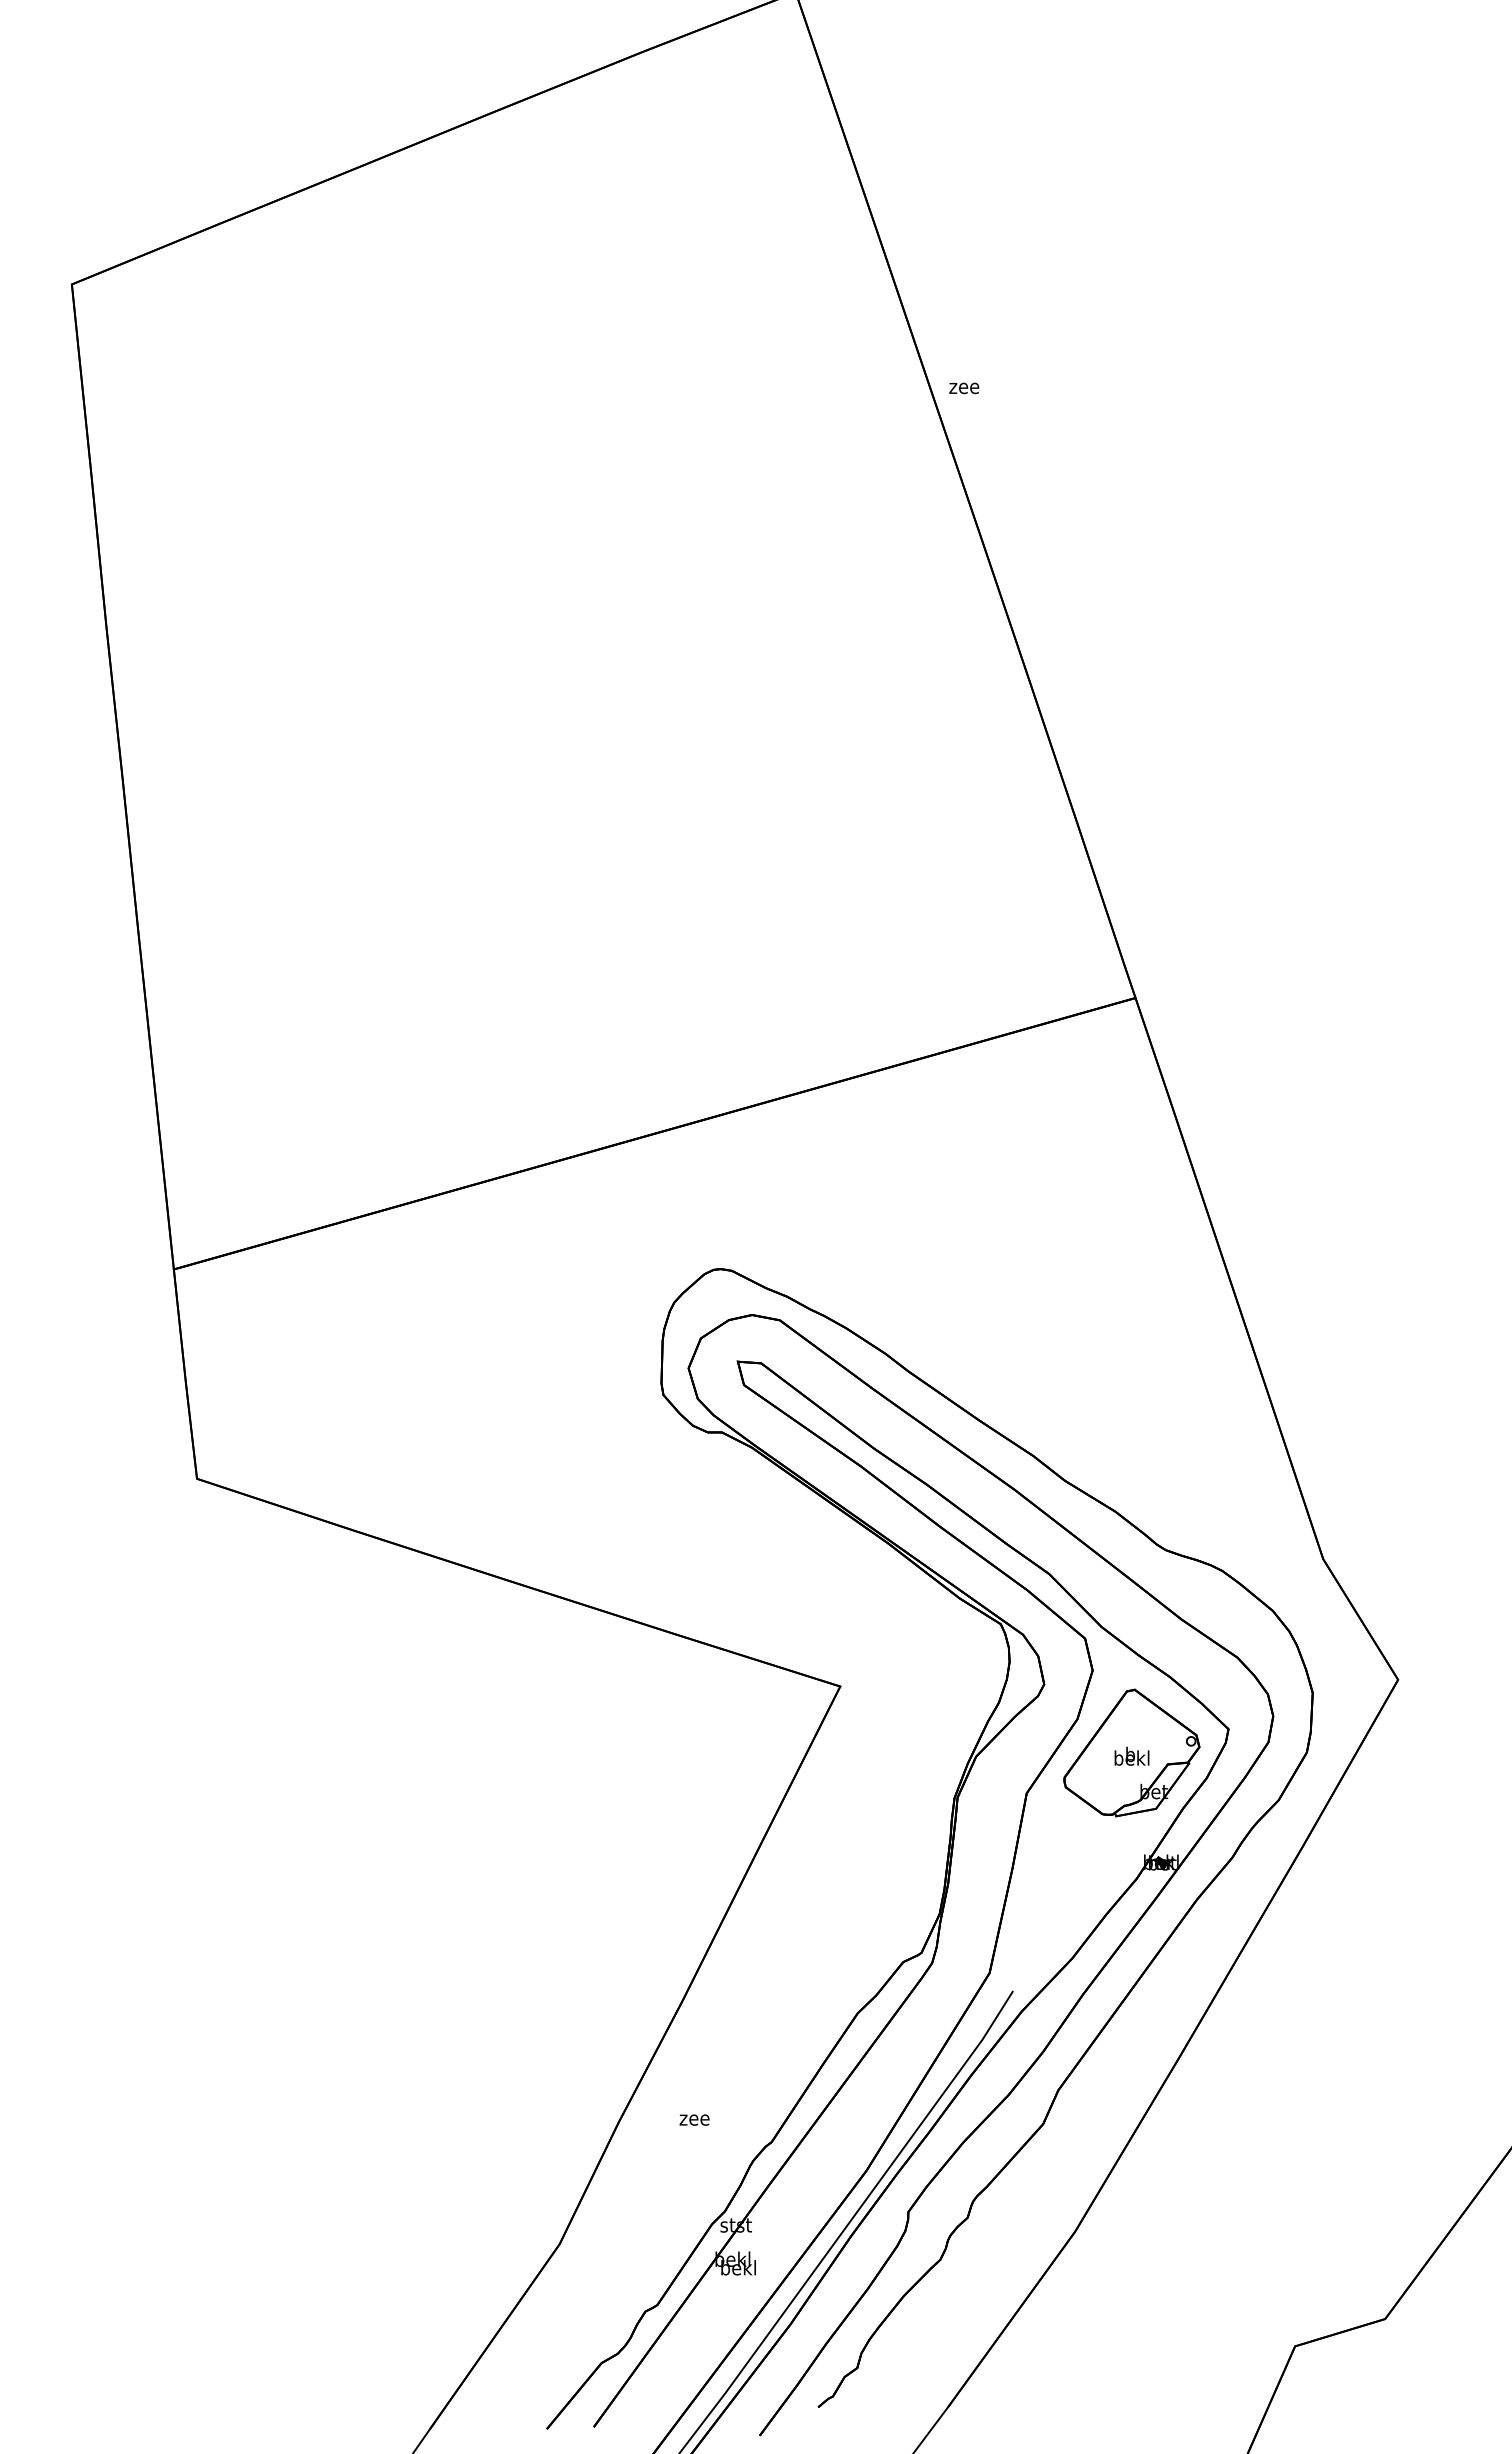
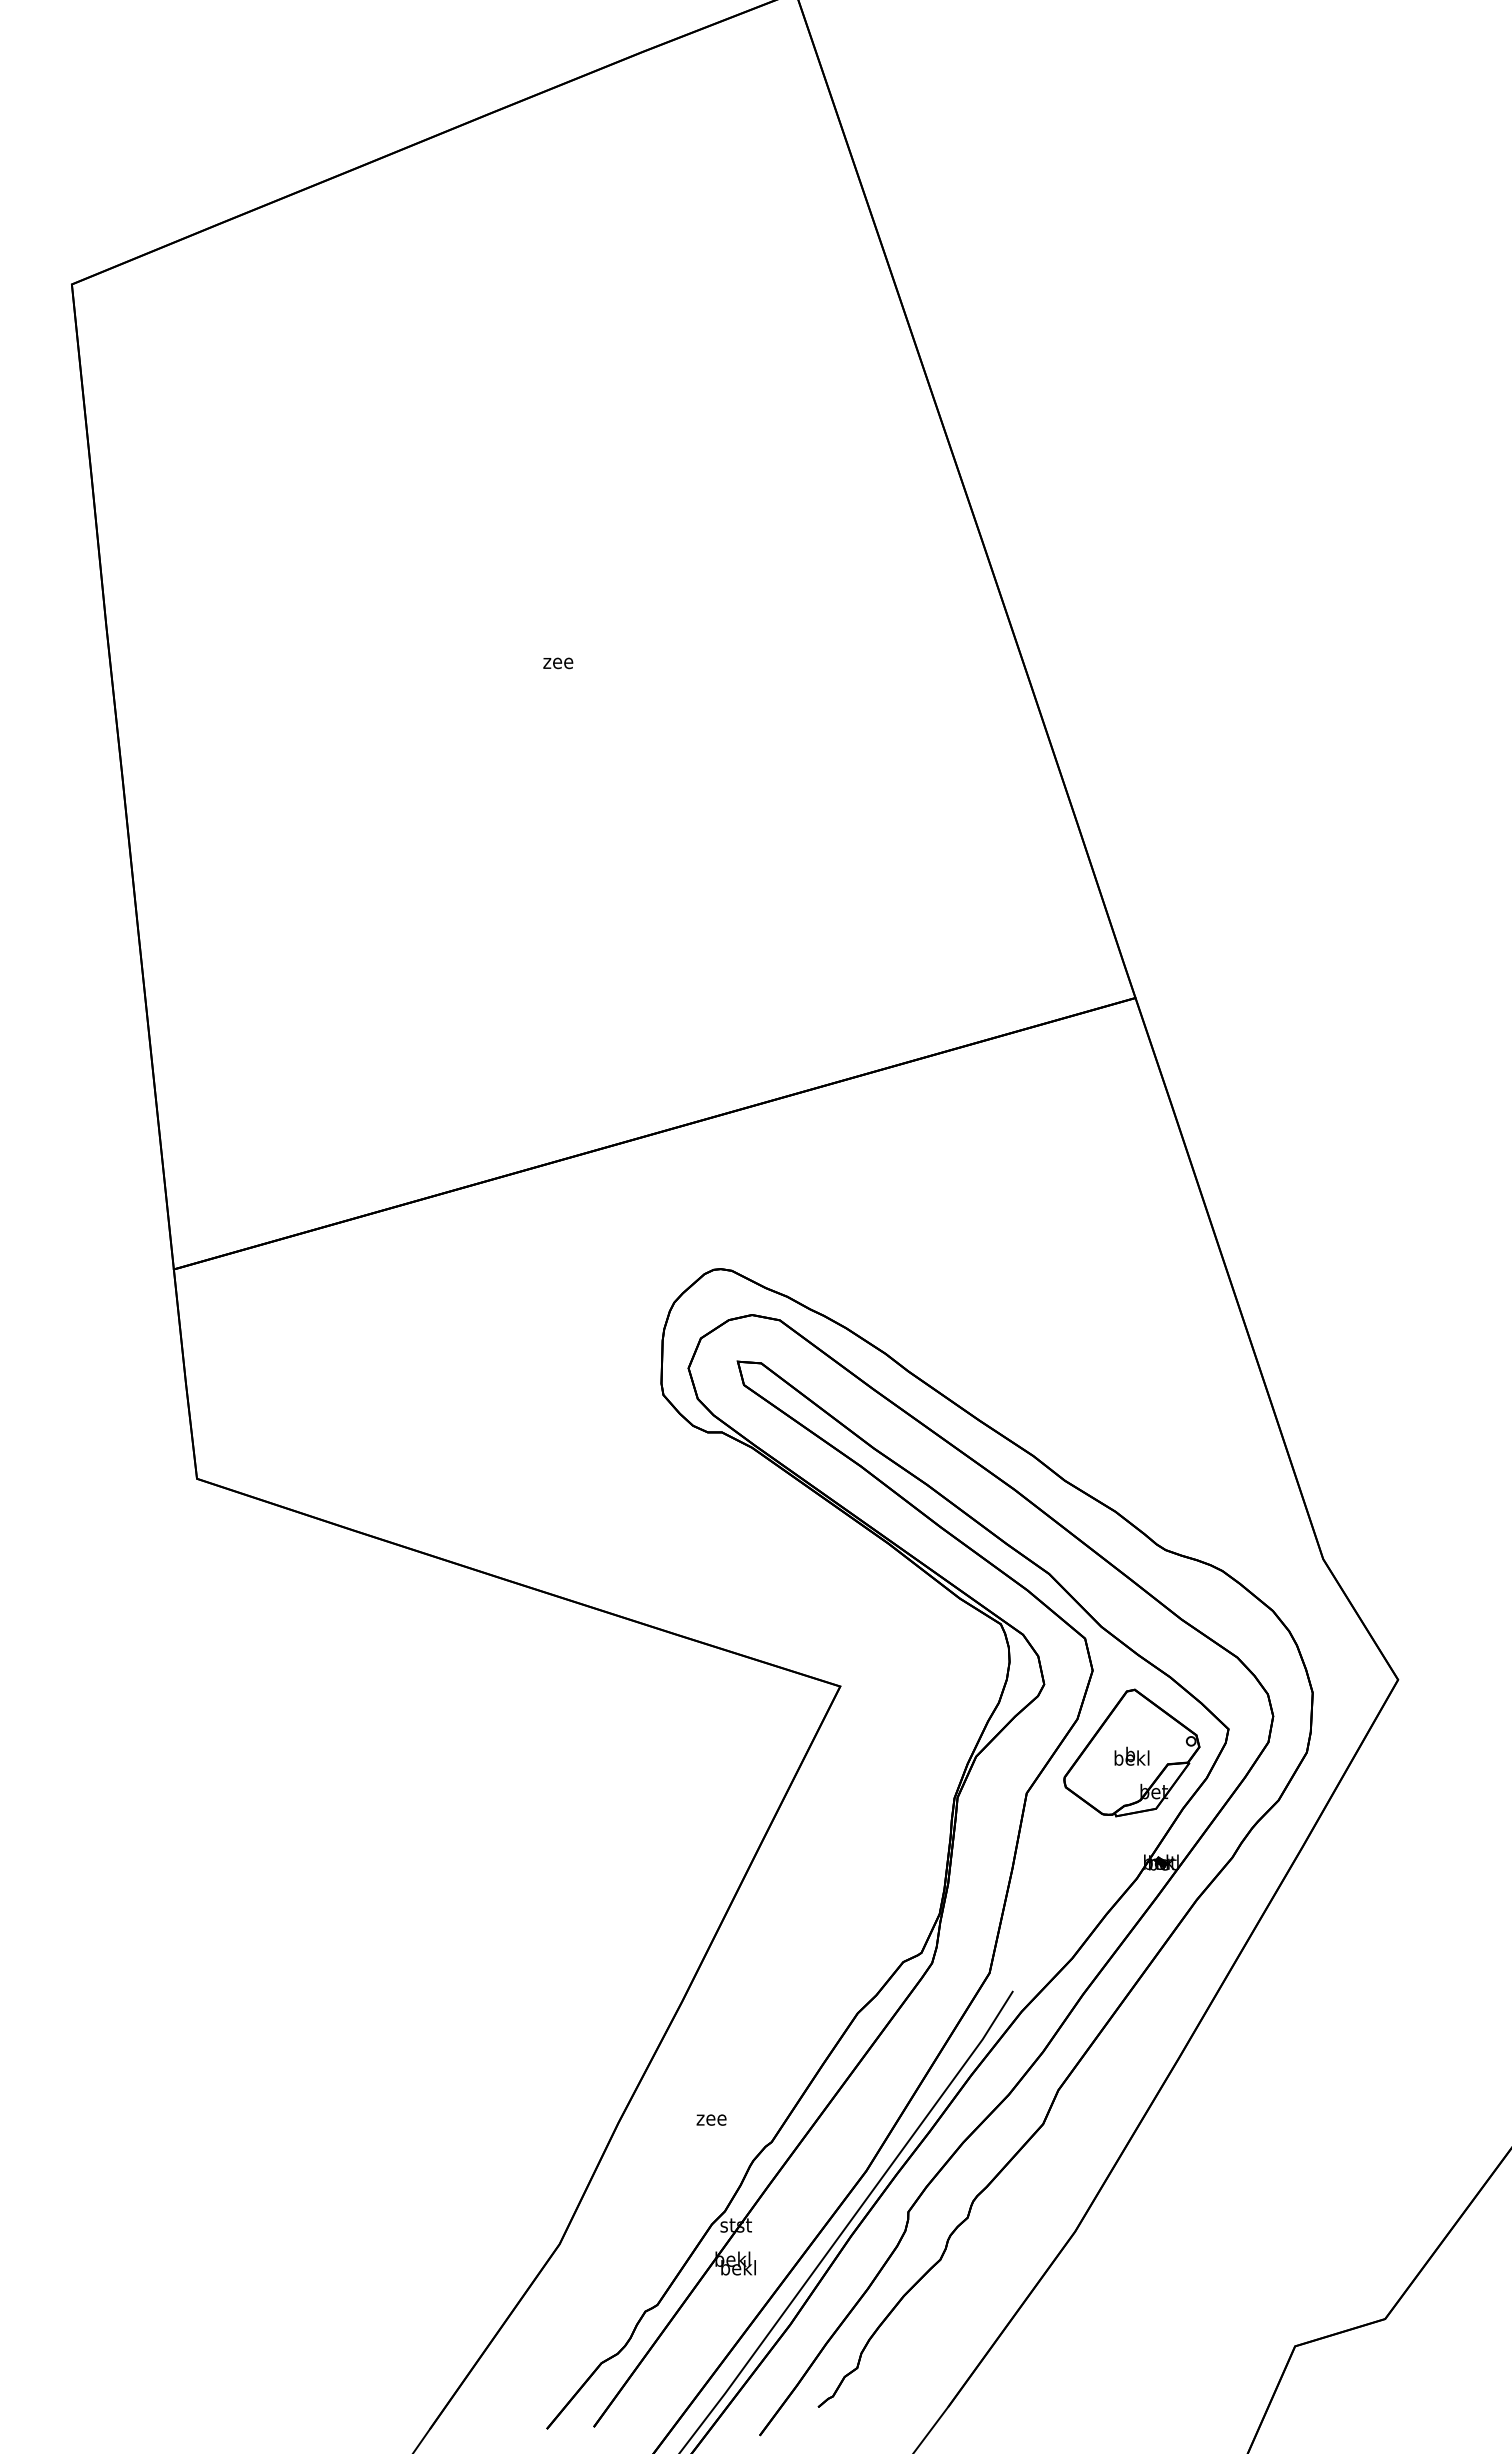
text at (964, 388) position: (964, 388) -> (558, 663)
text at (694, 2119) position: (694, 2119) -> (711, 2119)
